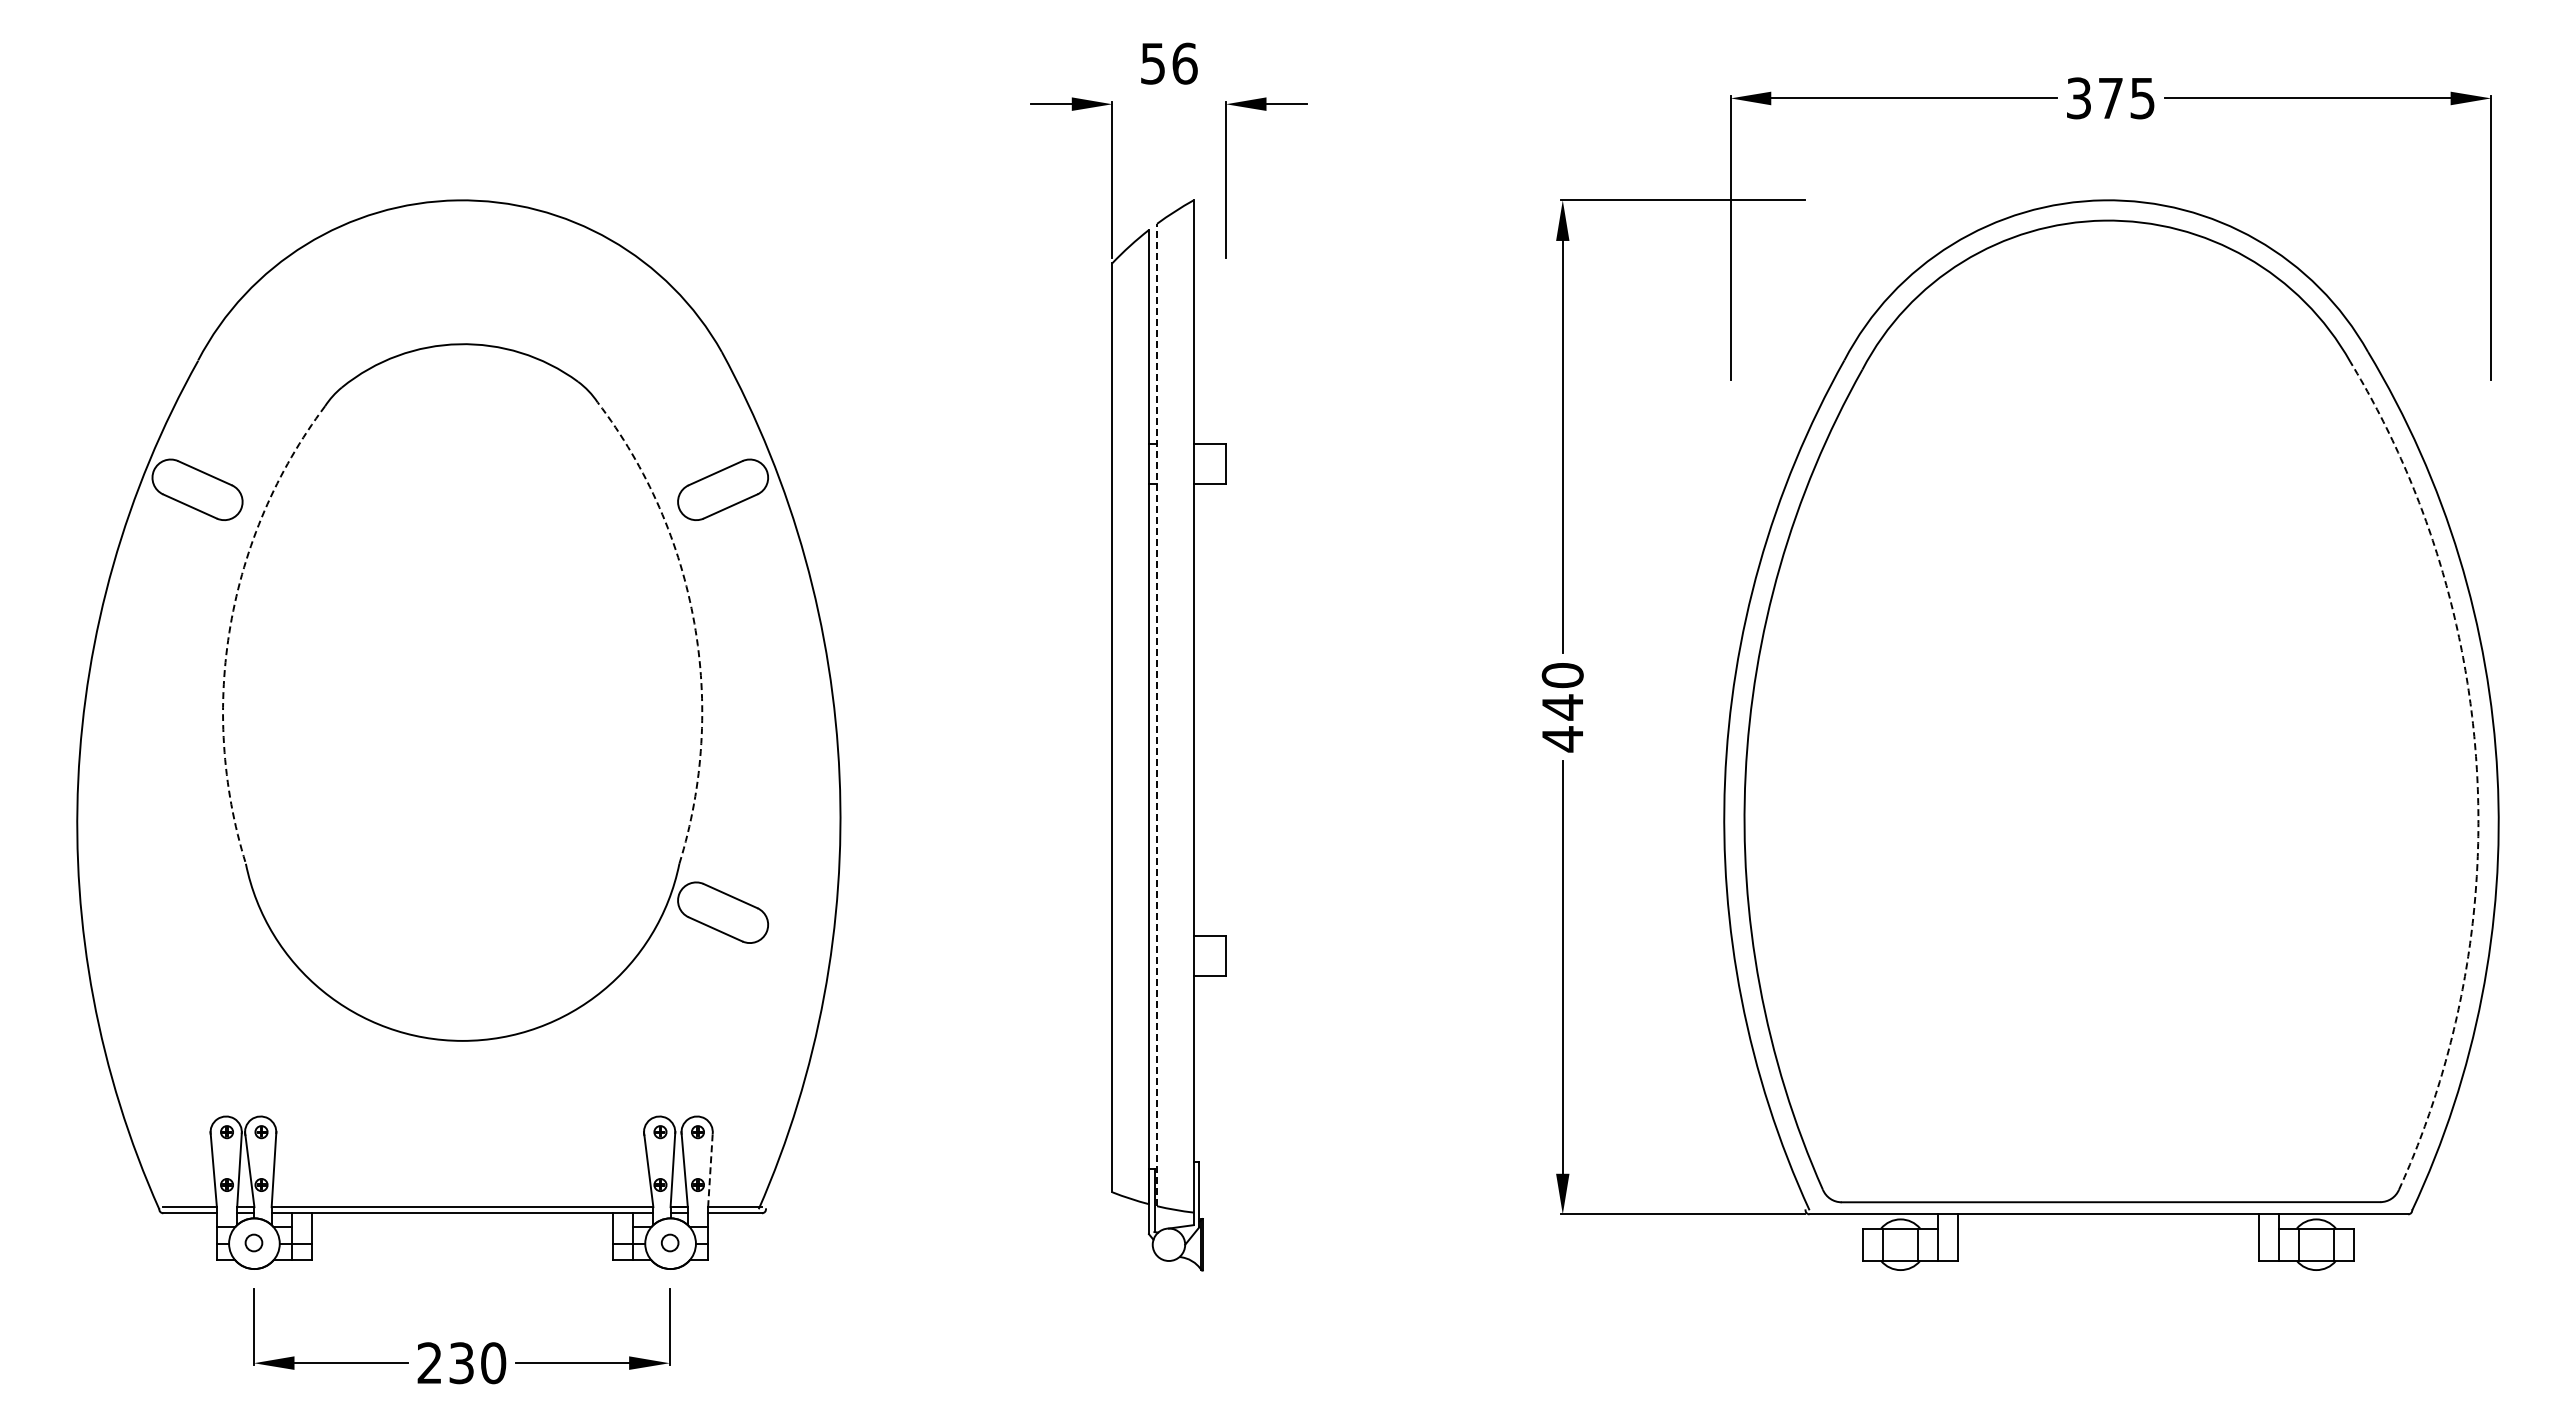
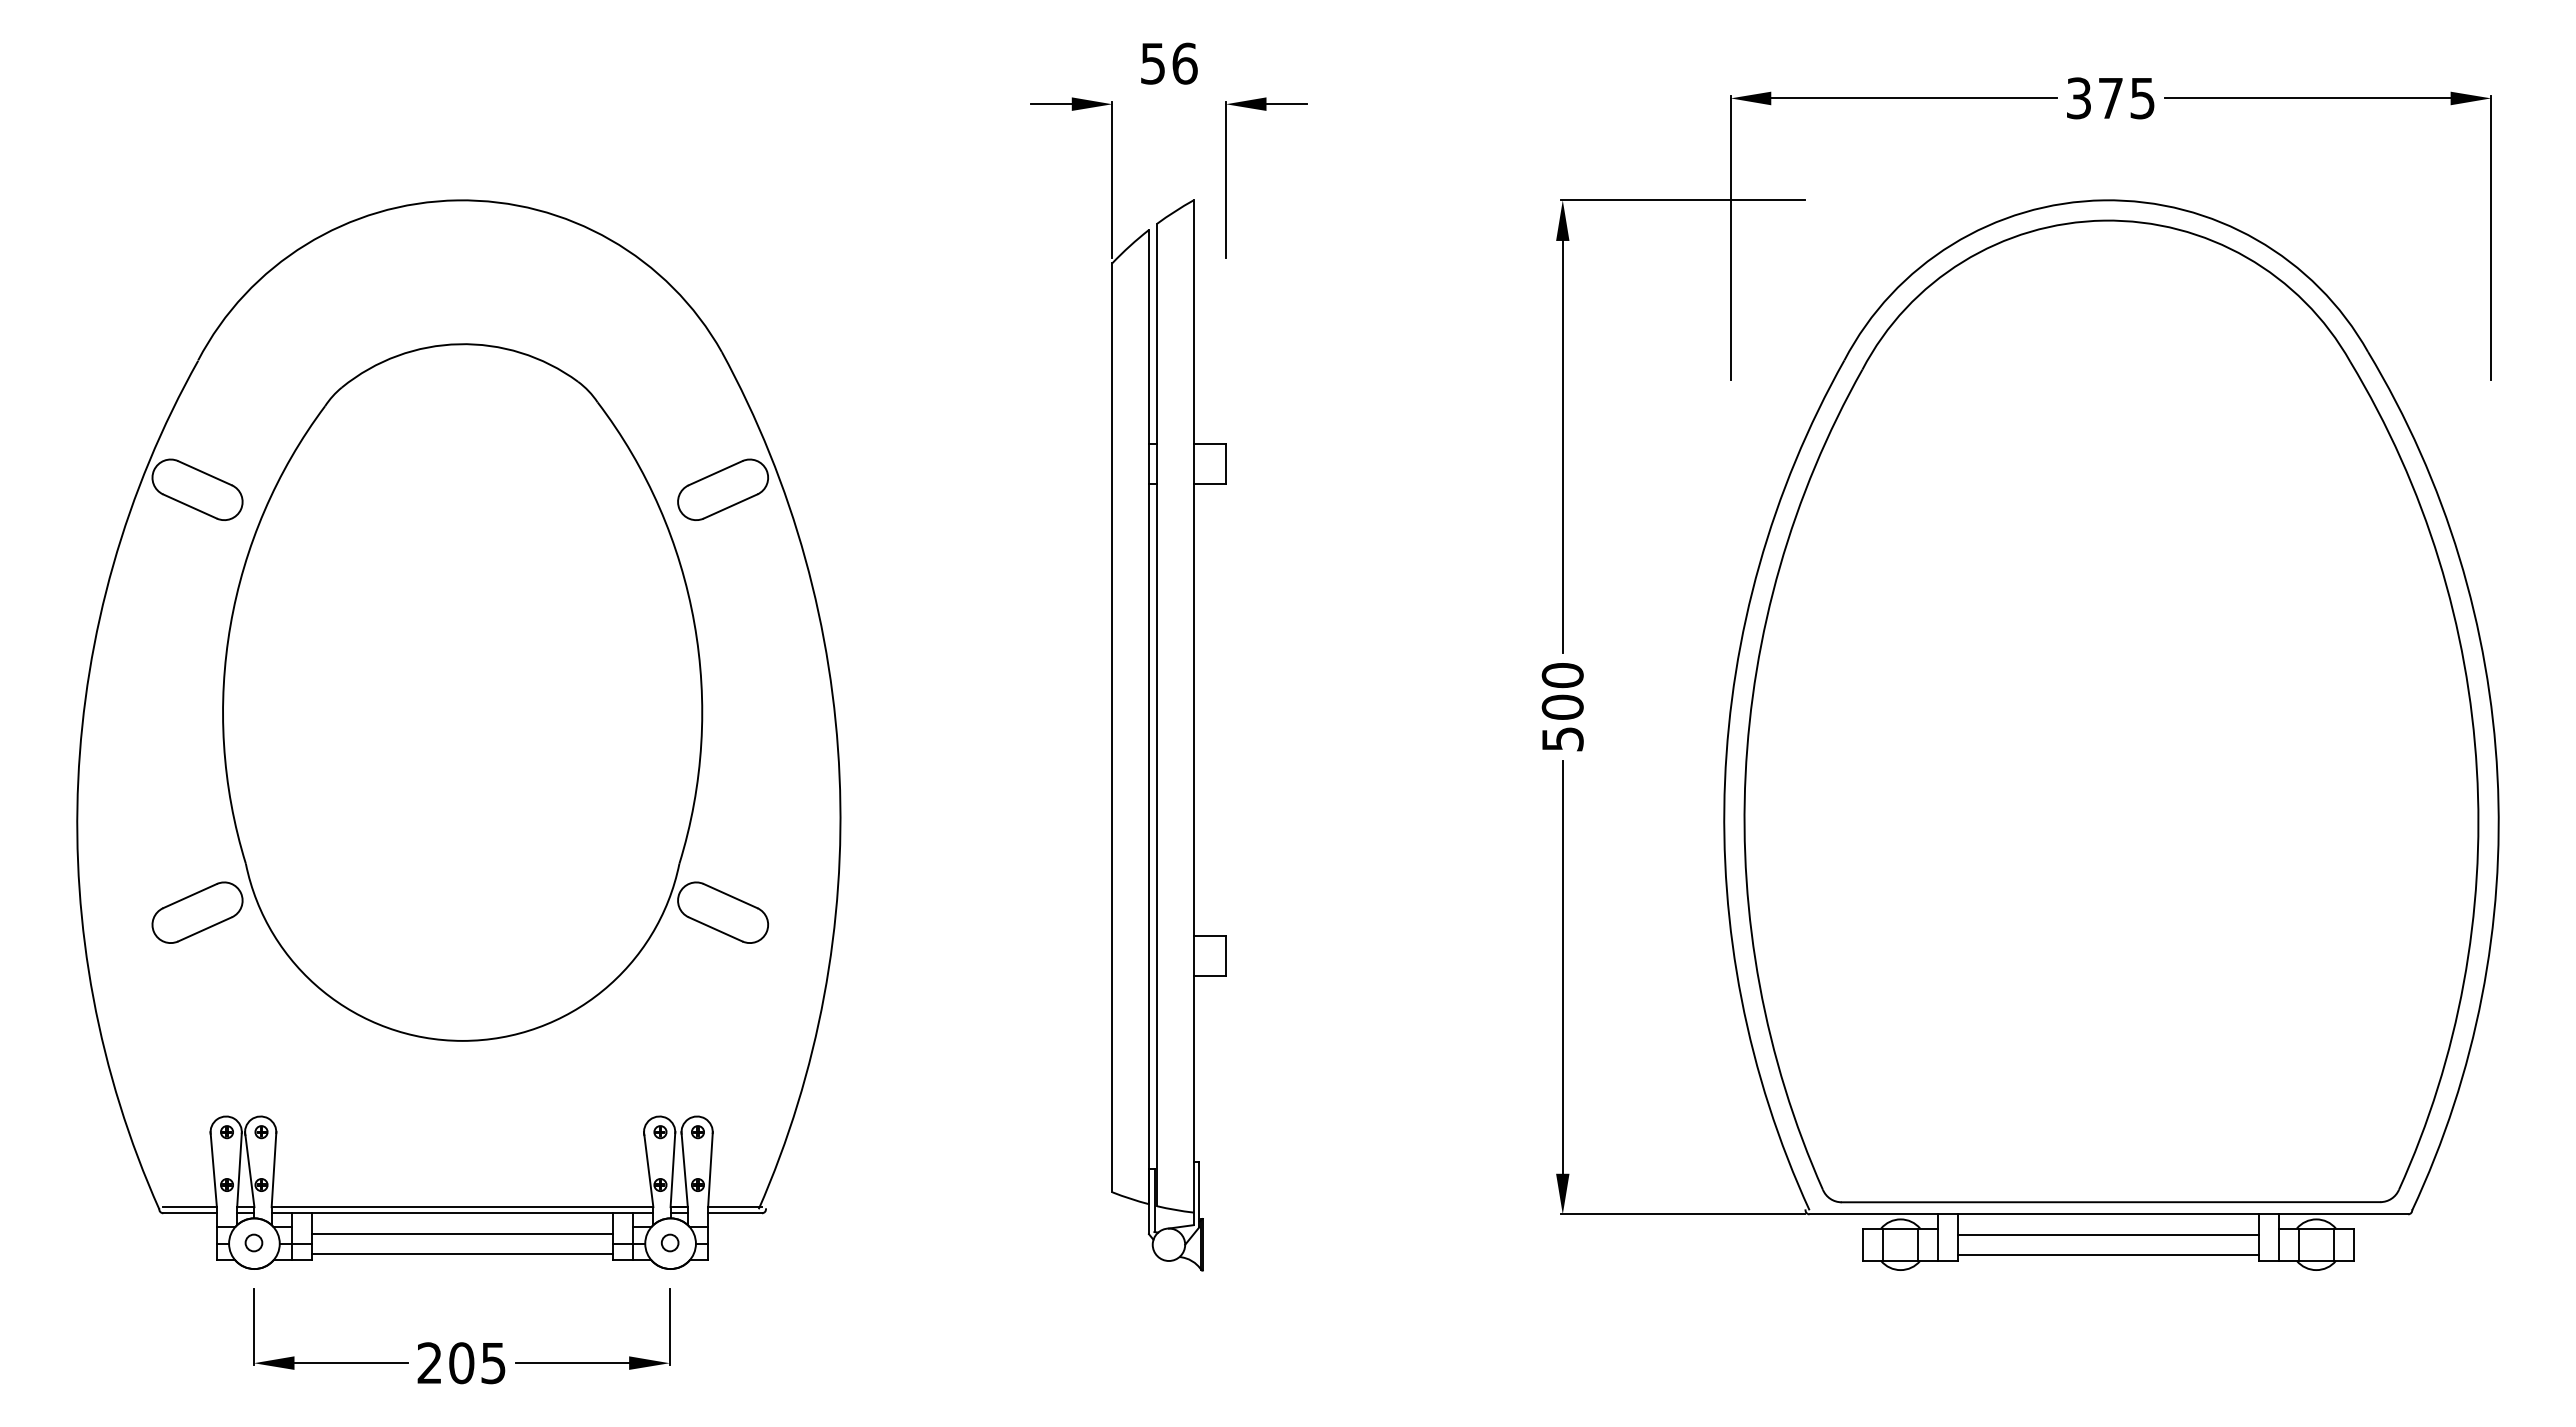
arc at (694, 623): dashed -> solid
arc at (230, 625): dashed -> solid
line at (1157, 714): dashed -> solid
text at (1562, 723): 440 -> 500
arc at (2476, 769): dashed -> solid
part at (197, 912): none -> present
line at (710, 1169): dashed -> solid
line at (462, 1233): none -> present
line at (2108, 1234): none -> present
line at (462, 1253): none -> present
line at (2108, 1254): none -> present
text at (477, 1363): 230 -> 205
